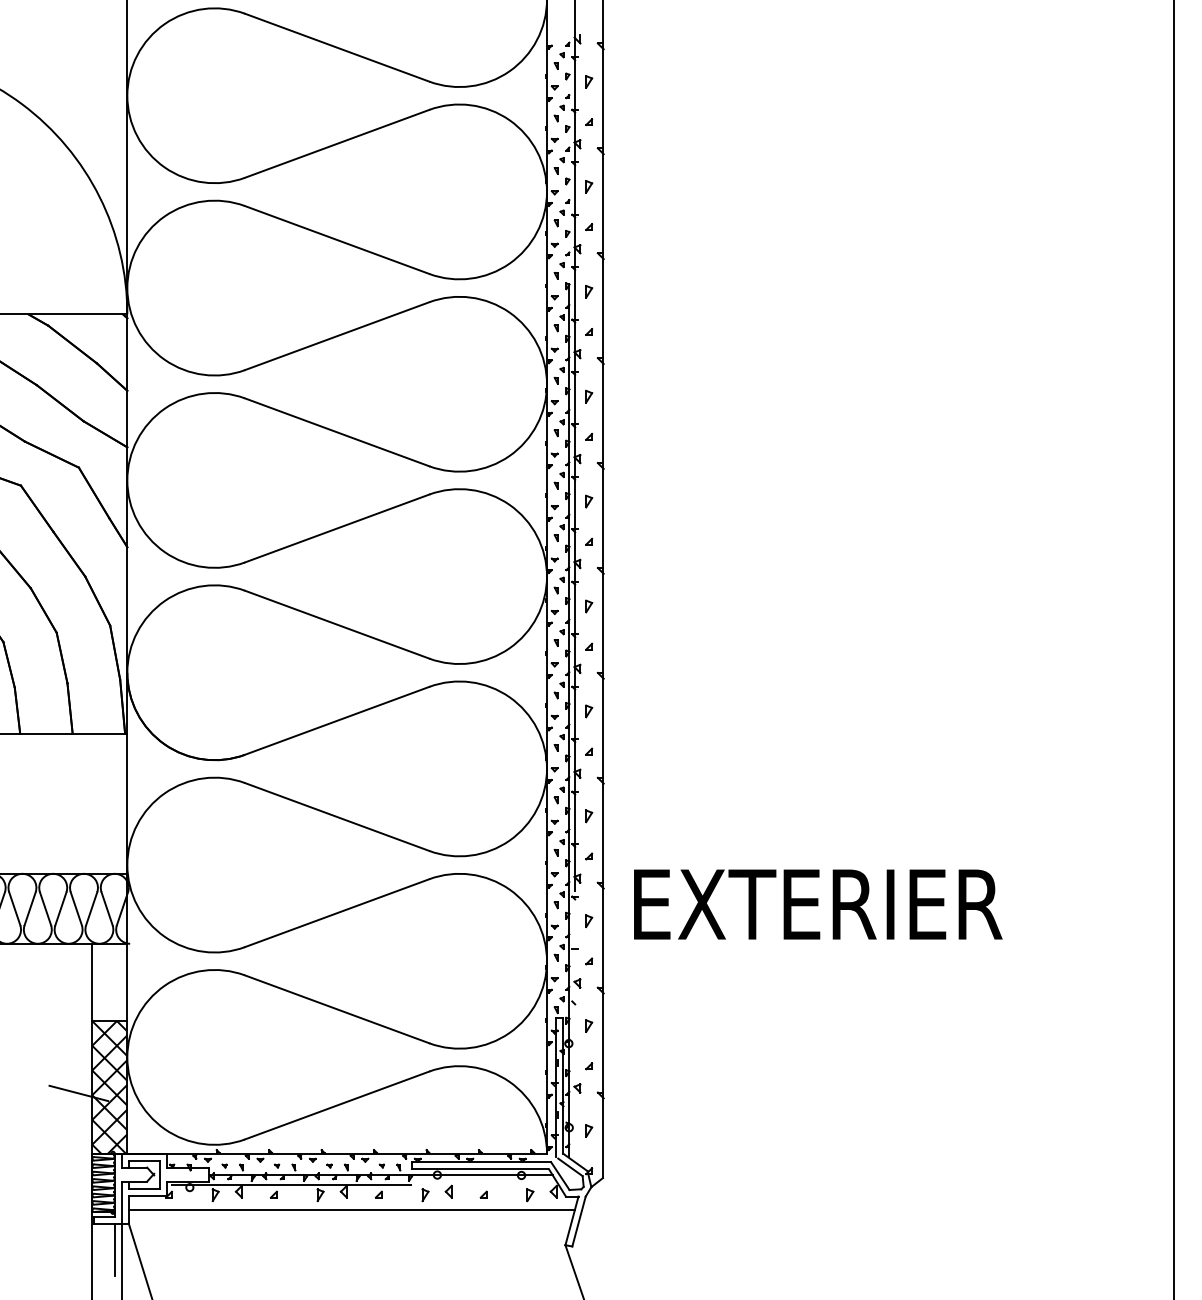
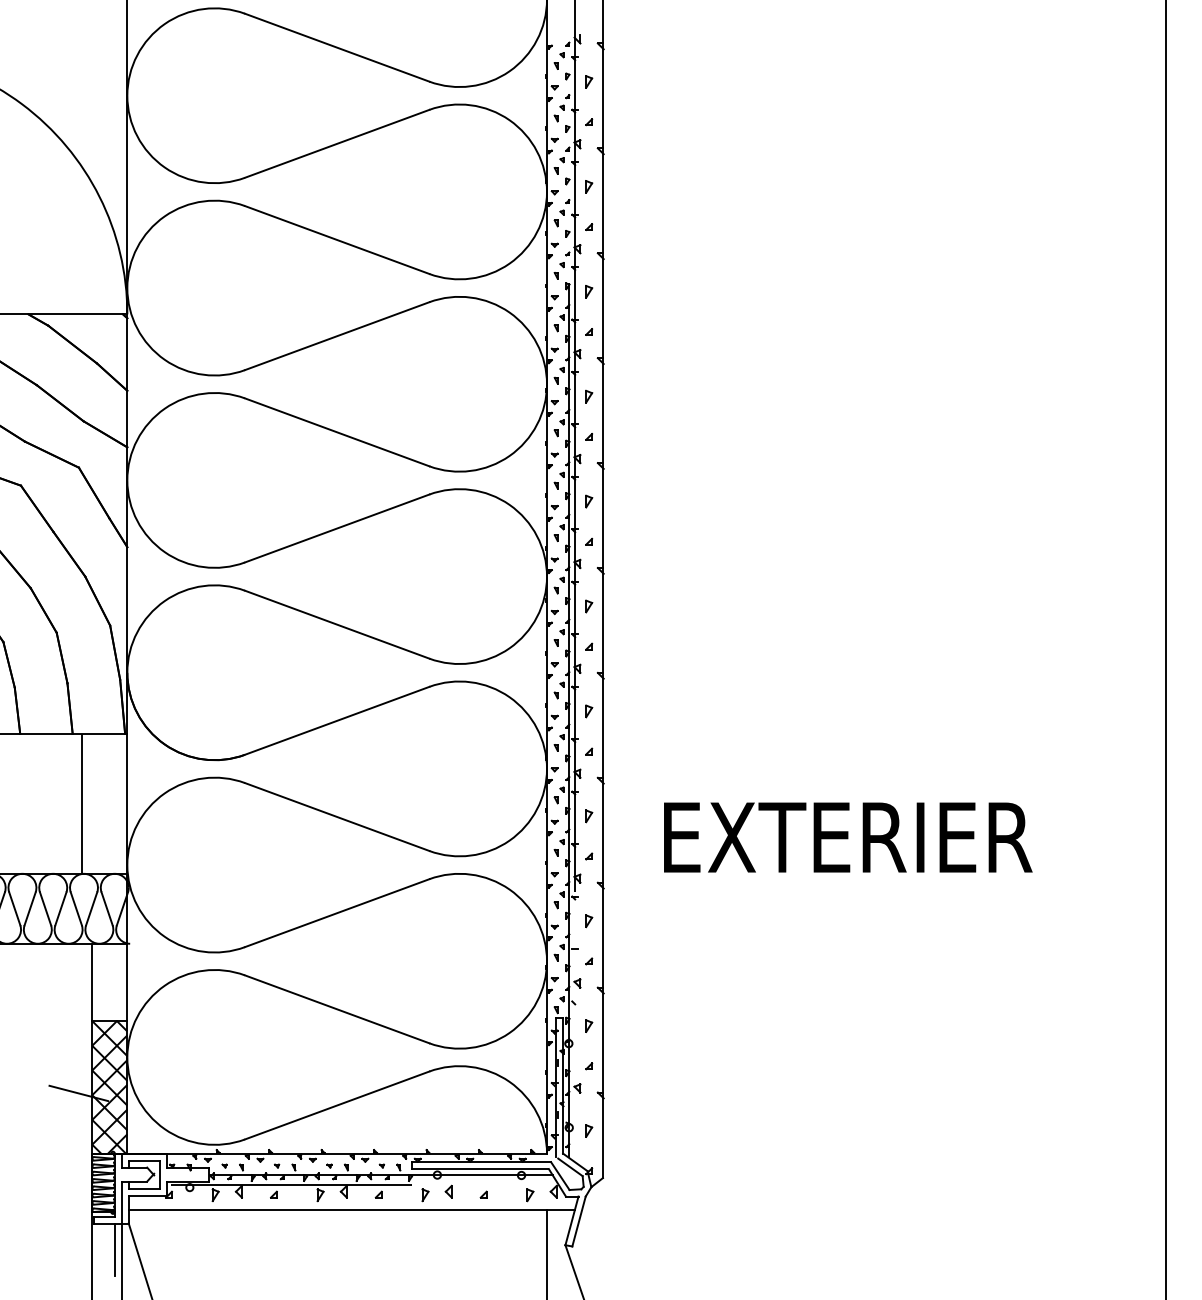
line at (1173, 649) position: (1173, 649) -> (1165, 649)
hatch at (81, 803): none -> present
text at (818, 904) position: (818, 904) -> (848, 837)
line at (546, 1252): none -> present
